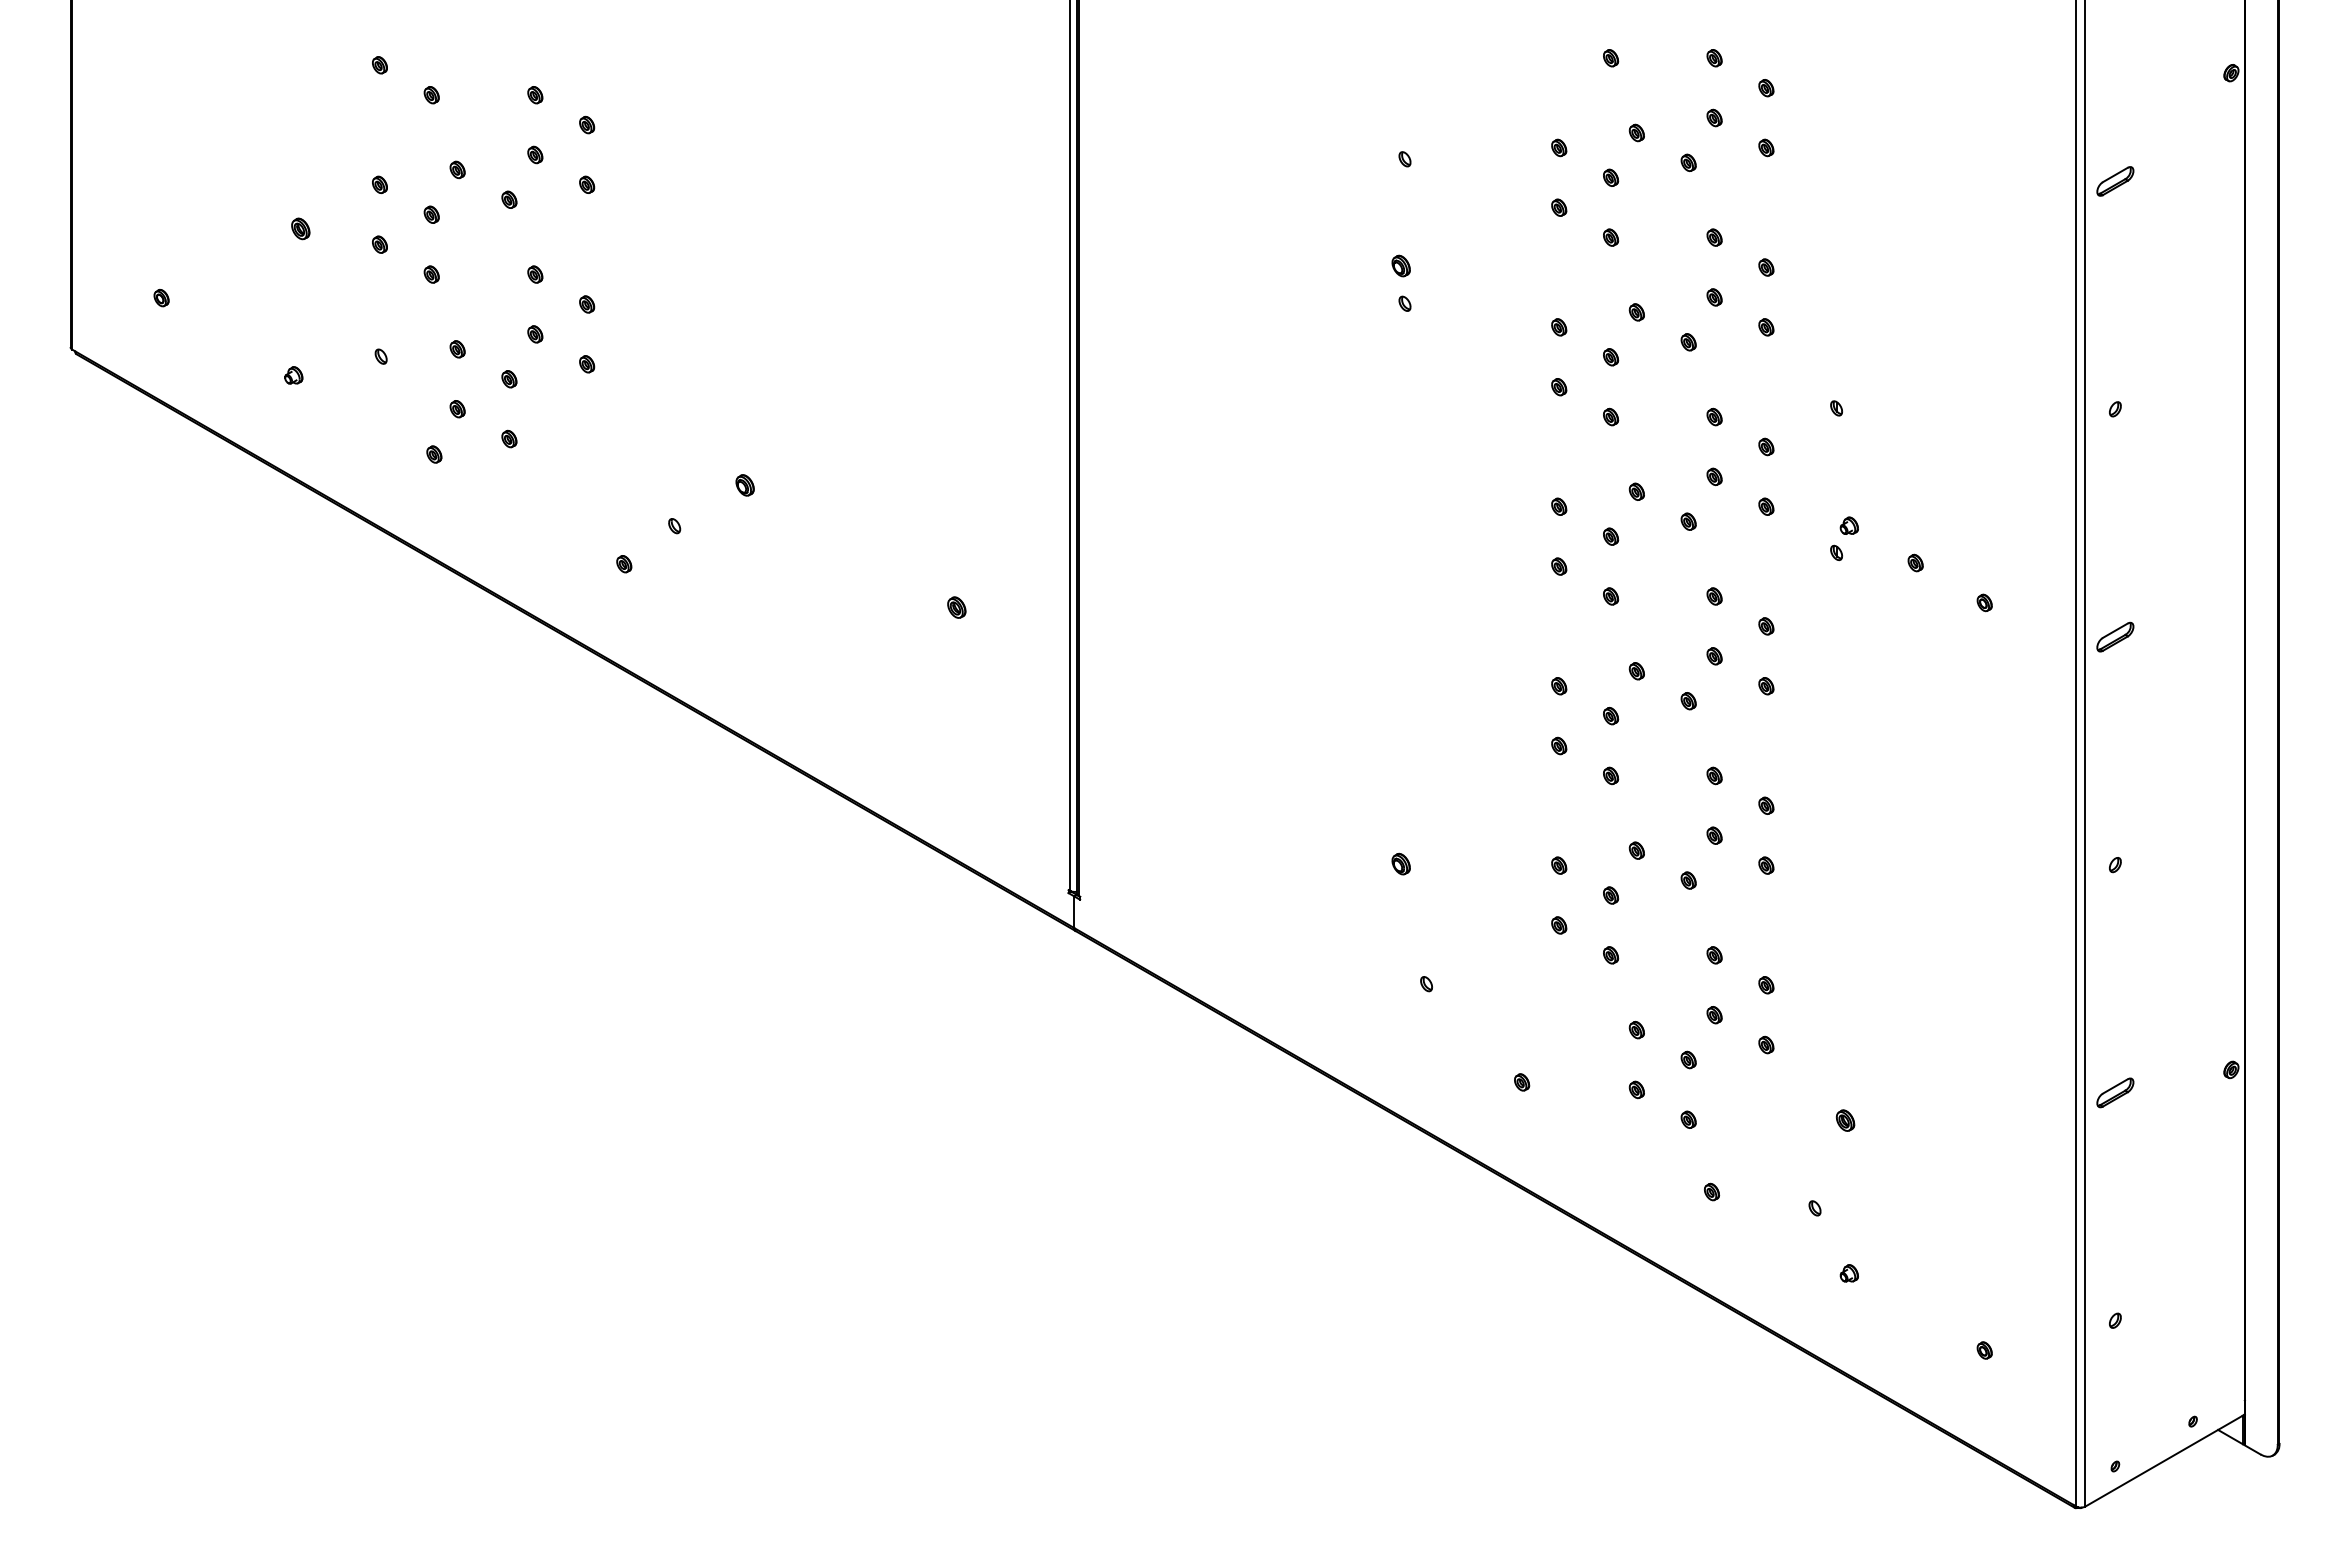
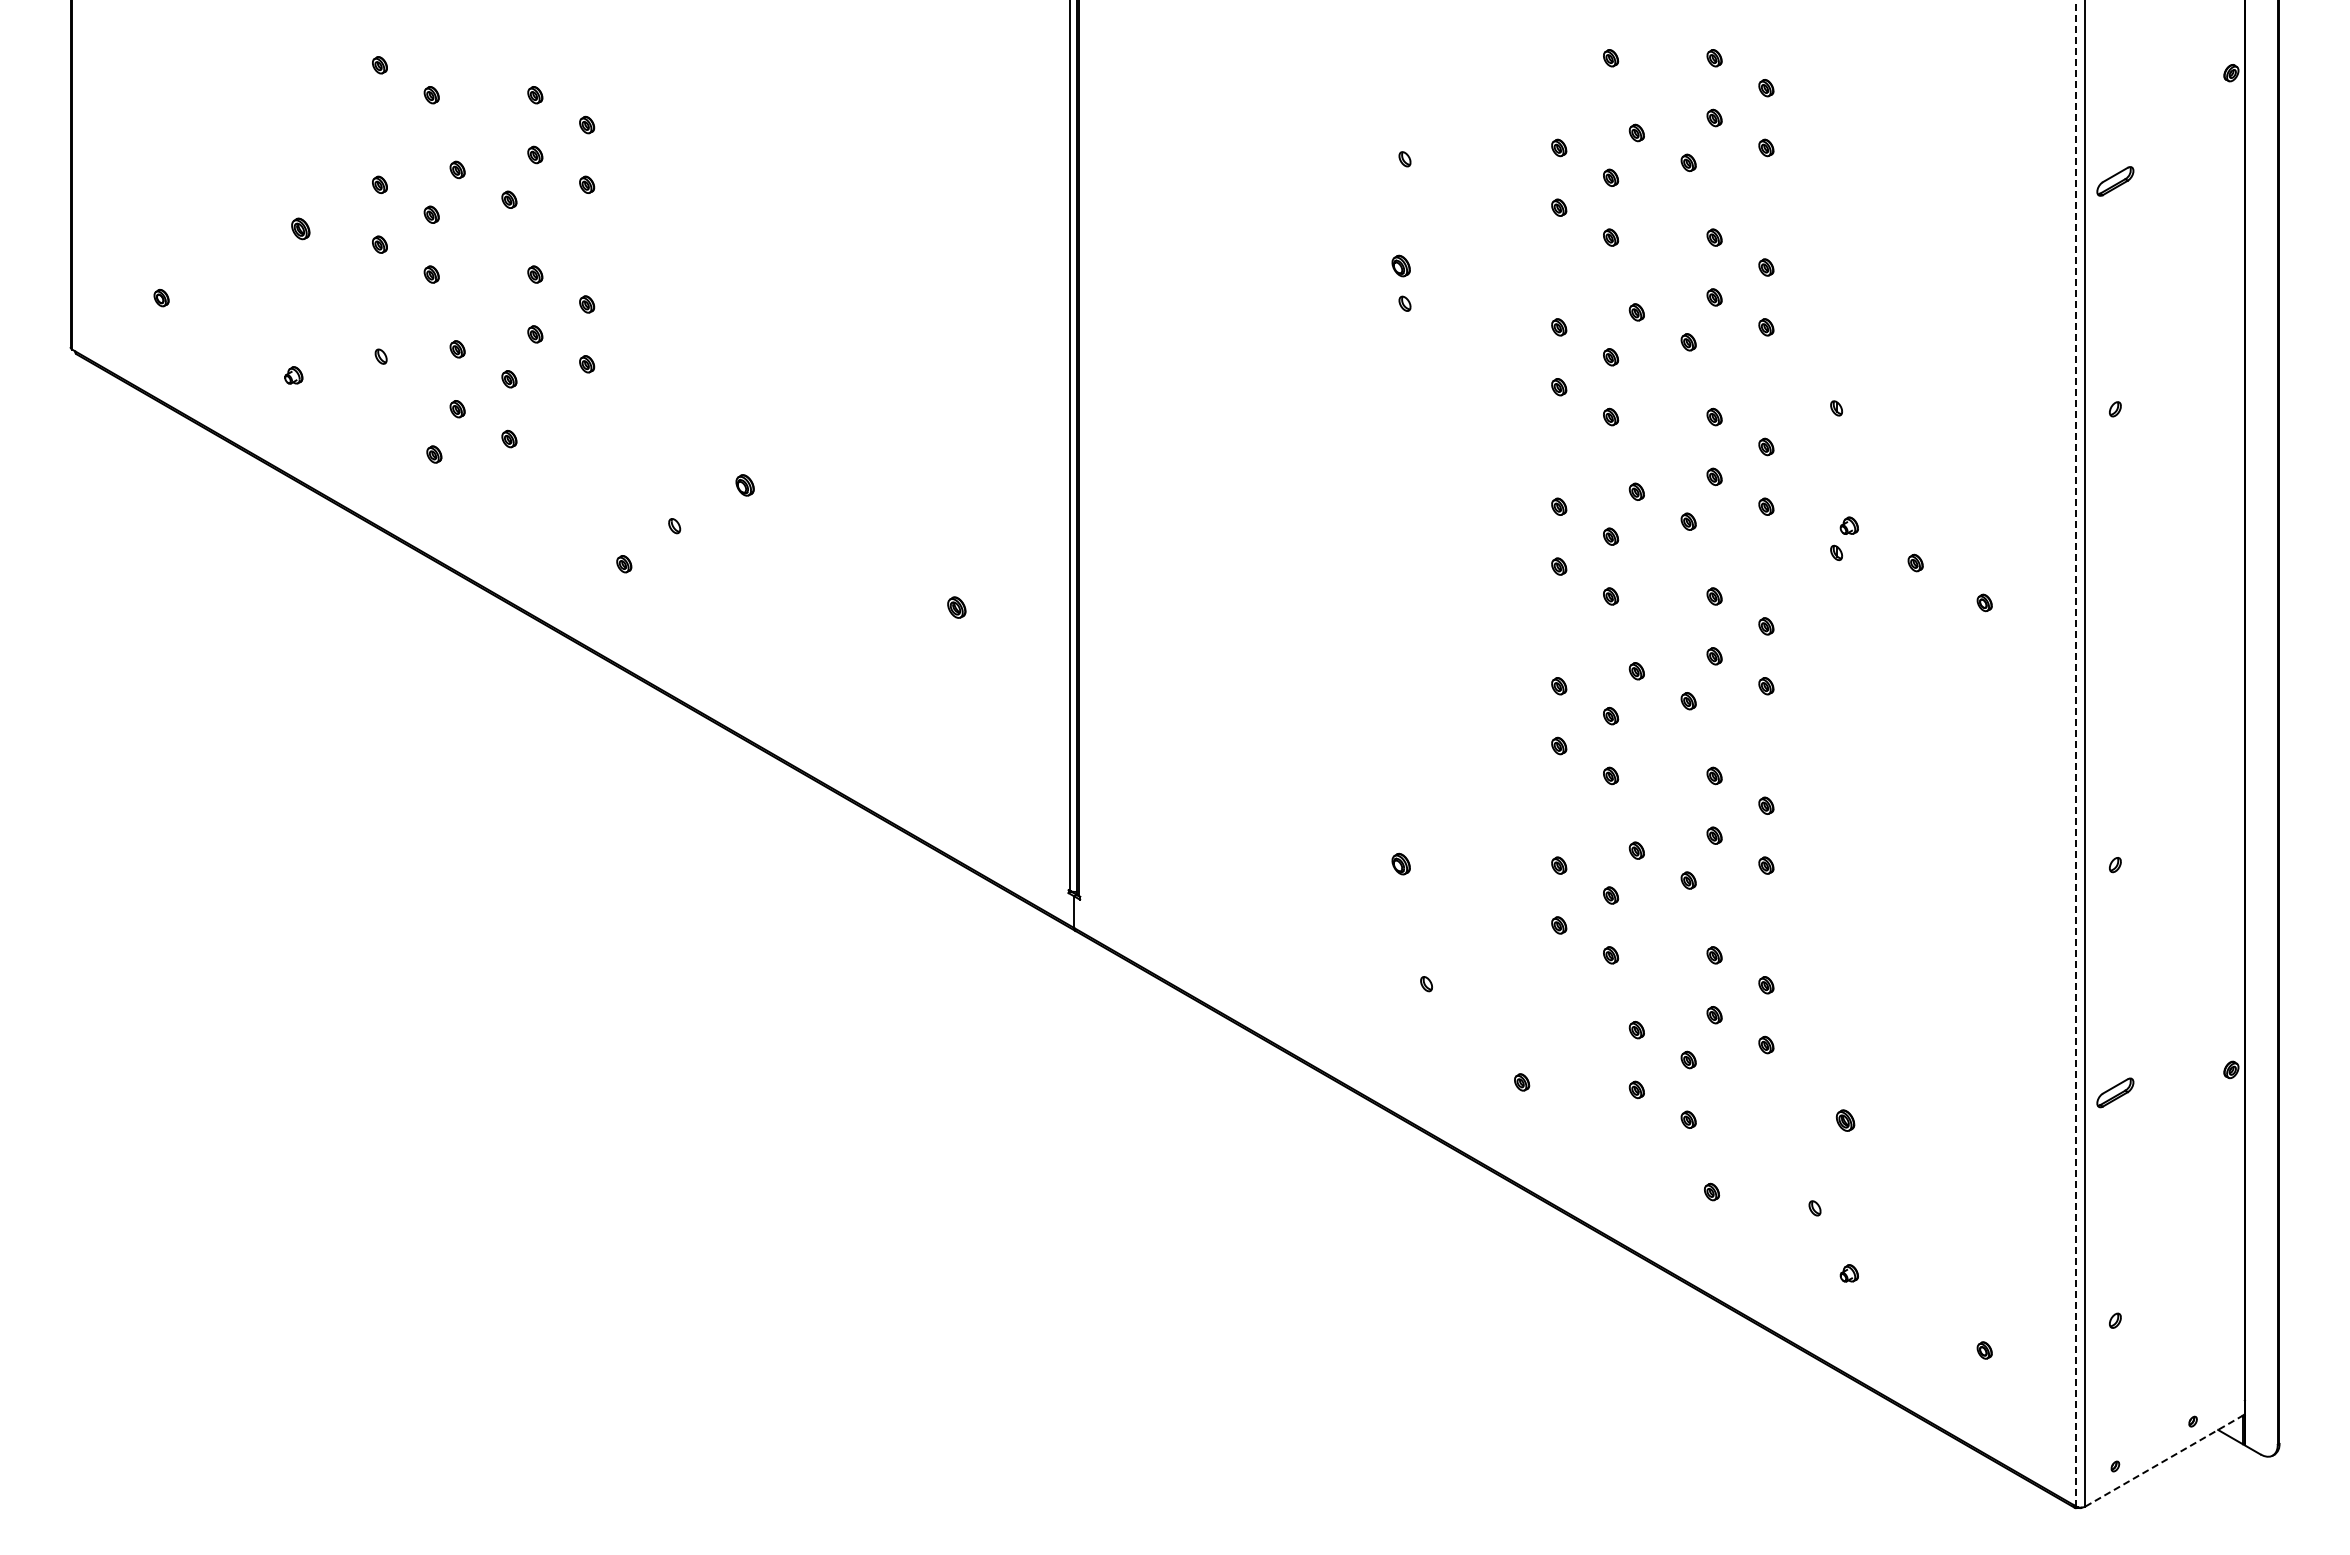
part at (2115, 636): present -> none
line at (2076, 752): solid -> dashed
line at (2165, 1460): solid -> dashed
